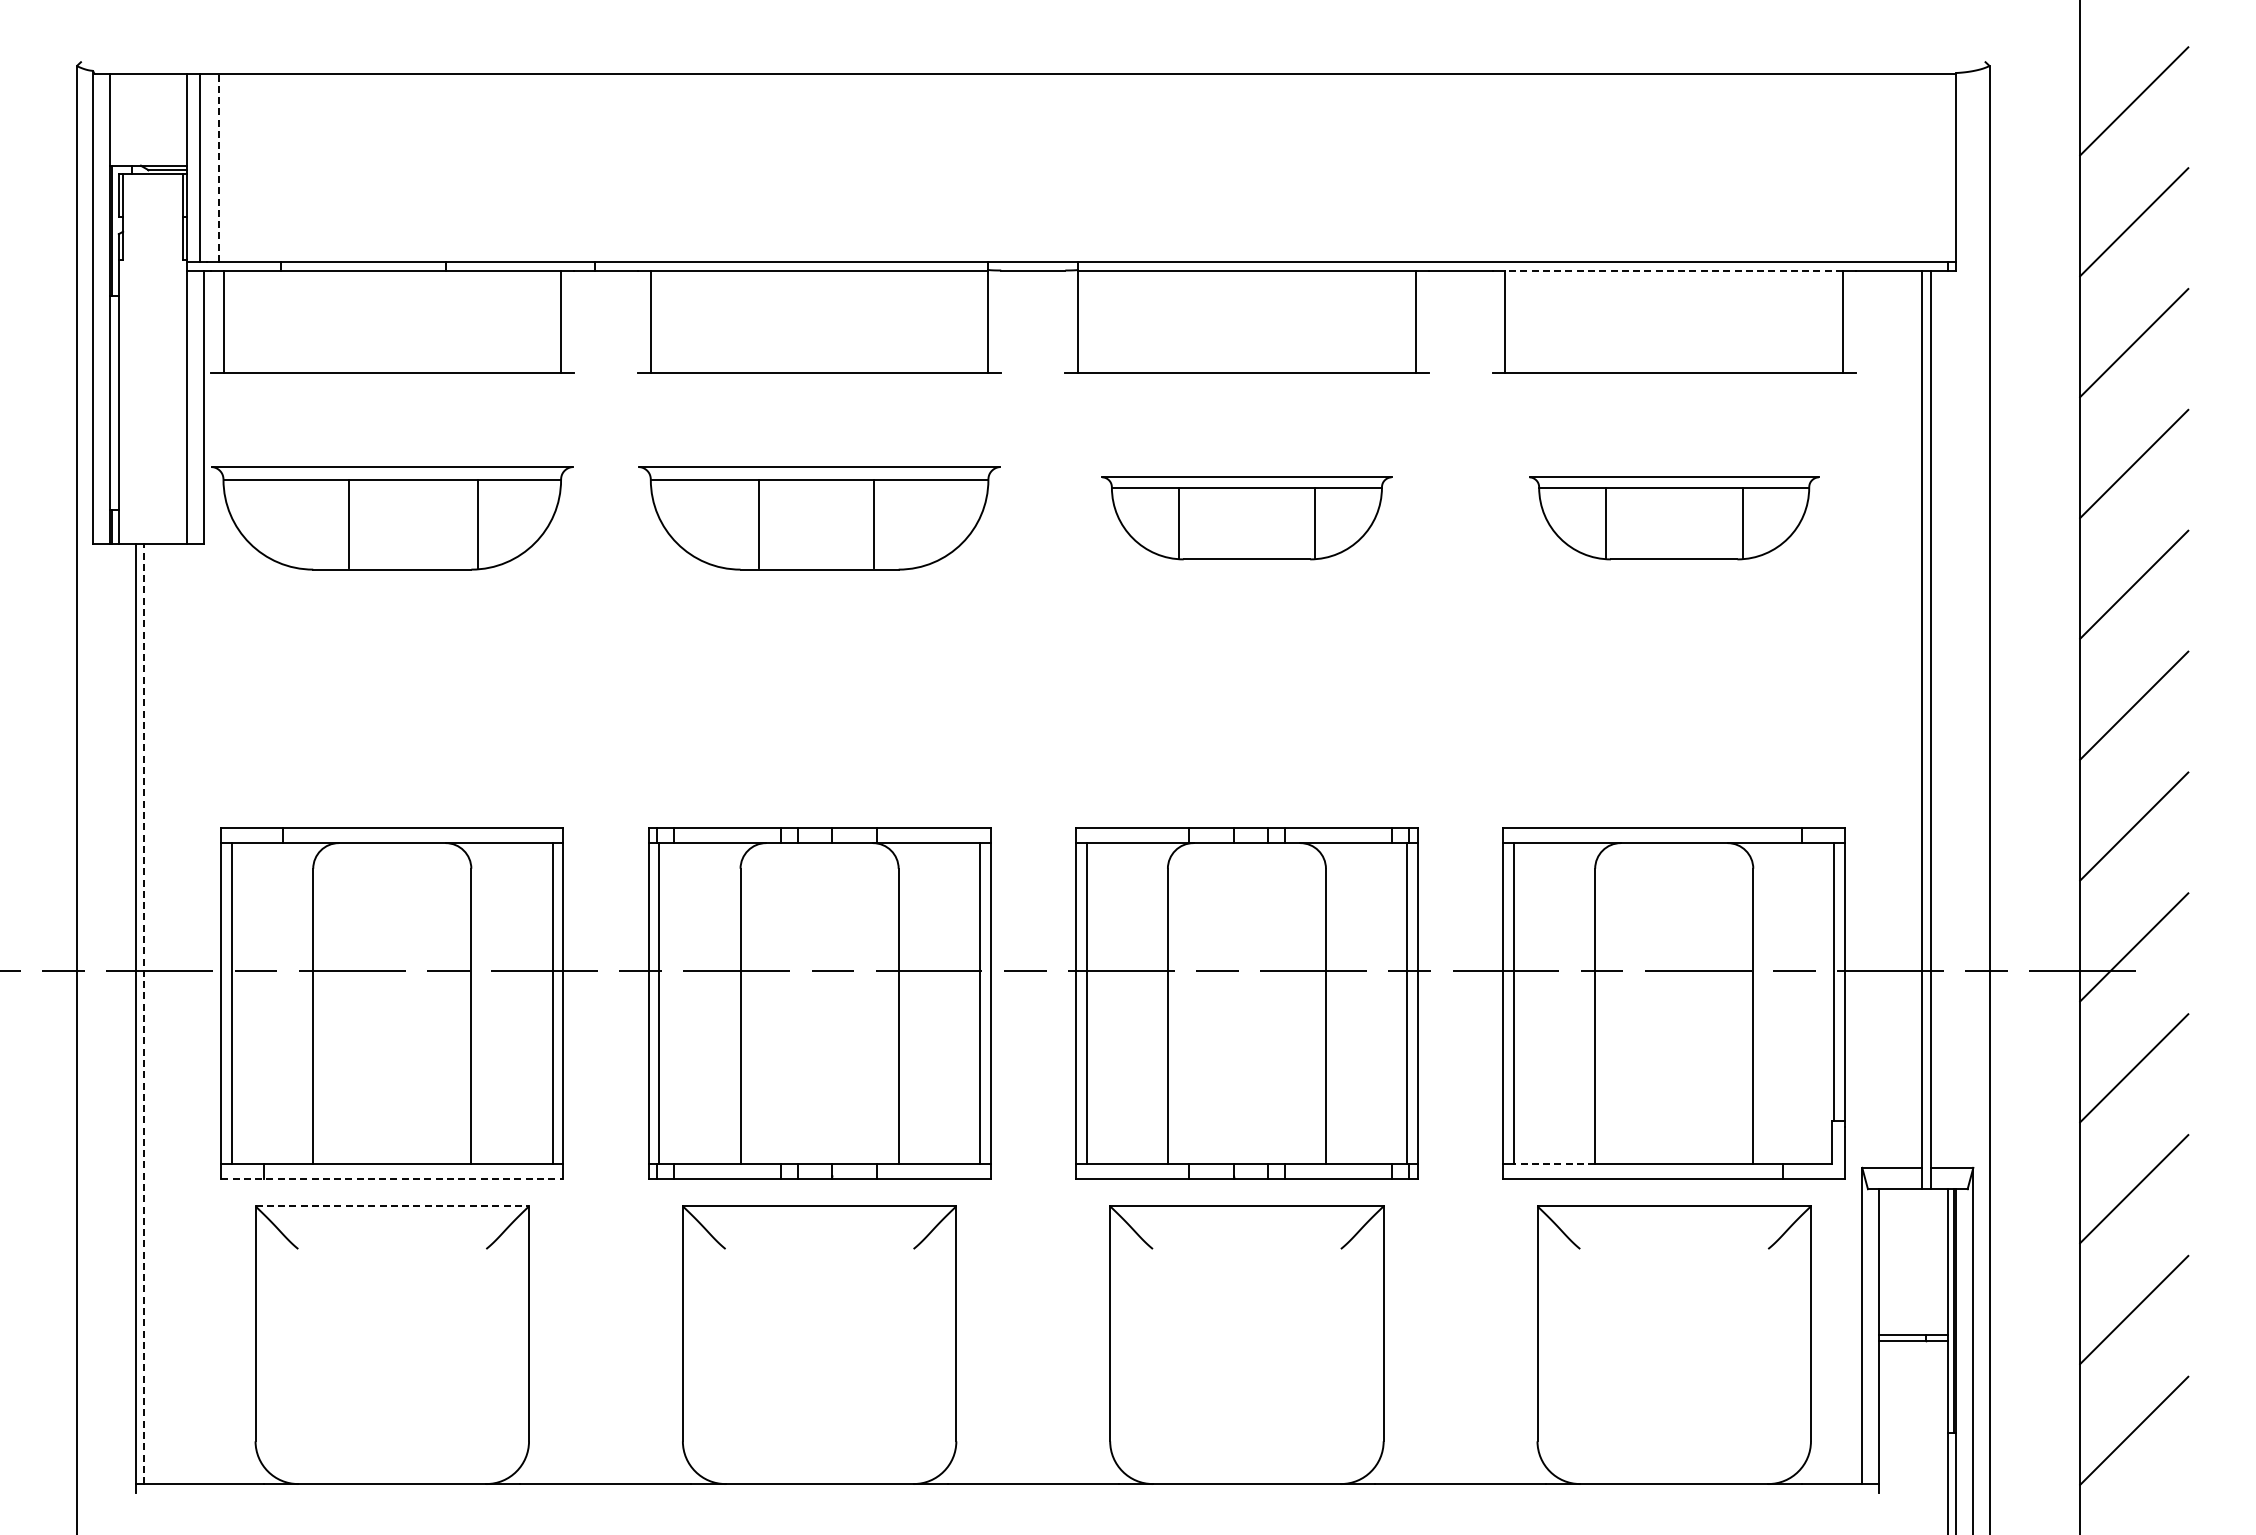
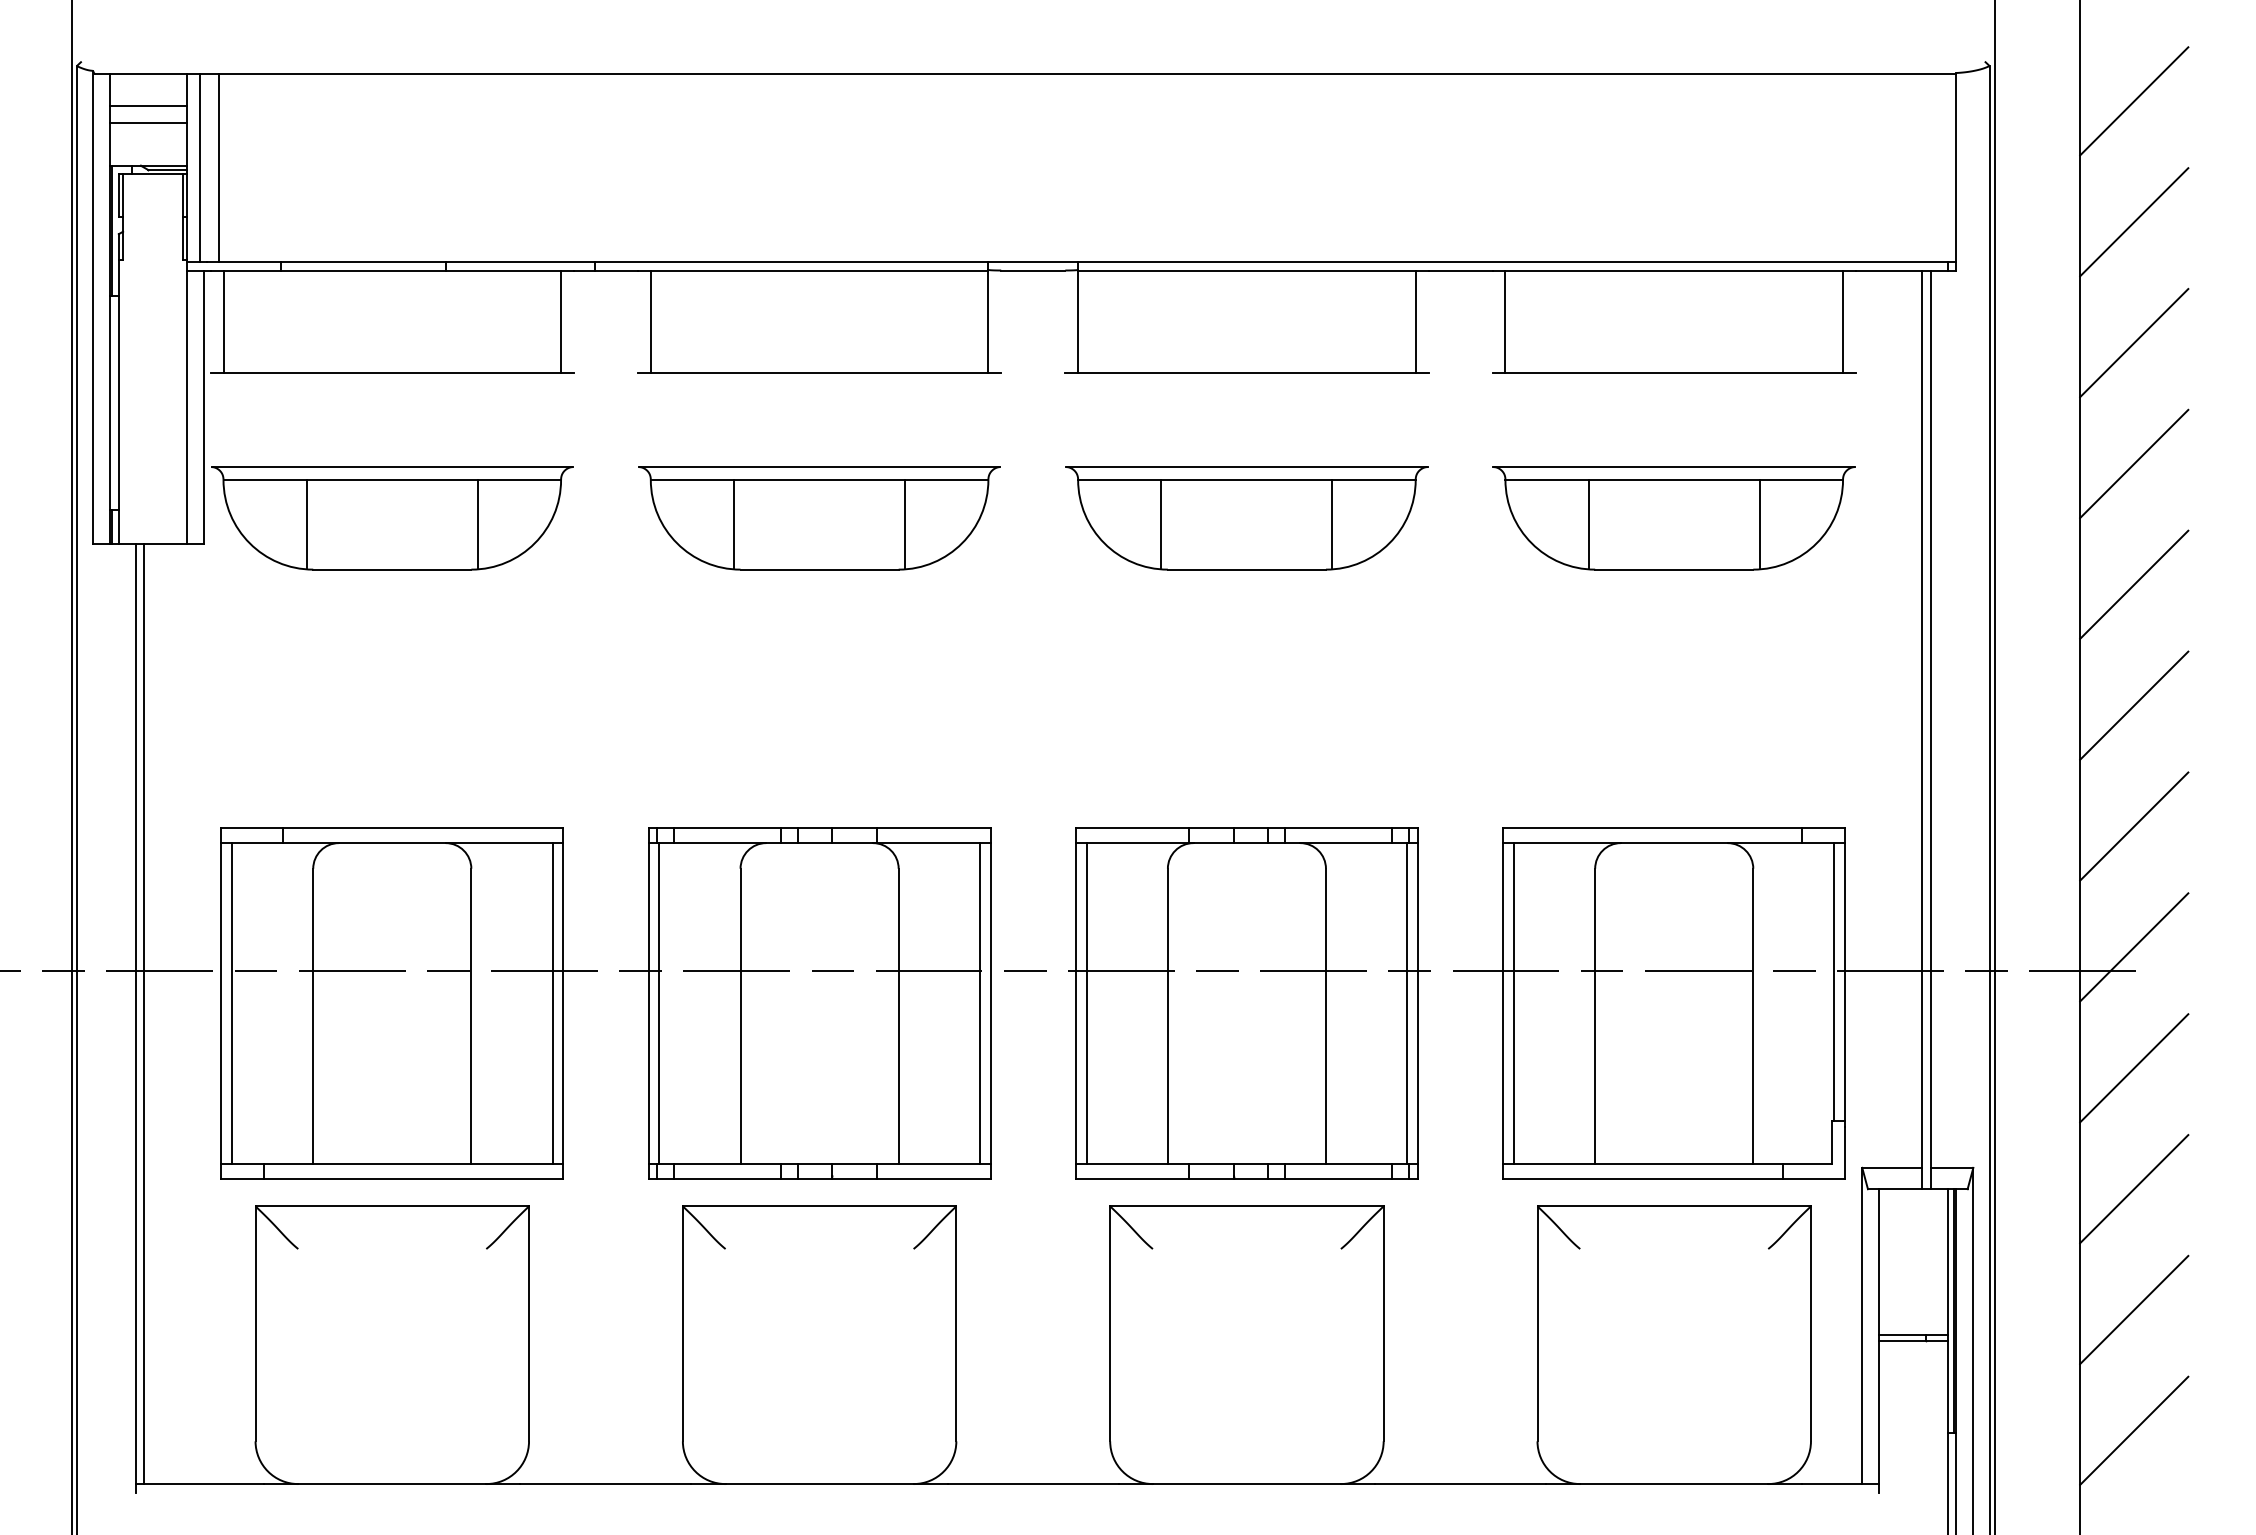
line at (148, 105): none -> present
line at (148, 123): none -> present
line at (219, 167): dashed -> solid
line at (1674, 270): dashed -> solid
part at (1246, 518) size: 292x85 px -> 364x105 px
part at (1674, 518) size: 291x85 px -> 364x105 px
line at (348, 523) position: (348, 523) -> (306, 523)
line at (759, 523) position: (759, 523) -> (734, 523)
line at (874, 523) position: (874, 523) -> (905, 523)
line at (71, 766): none -> present
line at (1994, 766): none -> present
line at (144, 1013): dashed -> solid
line at (1554, 1163): dashed -> solid
line at (392, 1178): dashed -> solid
line at (392, 1206): dashed -> solid
